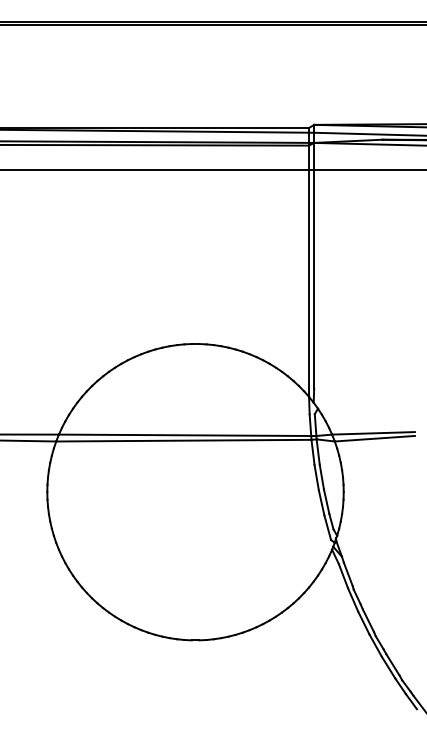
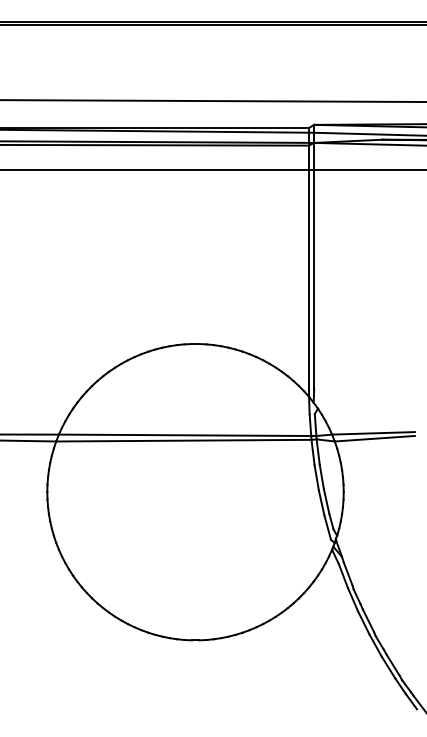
line at (212, 101): none -> present
